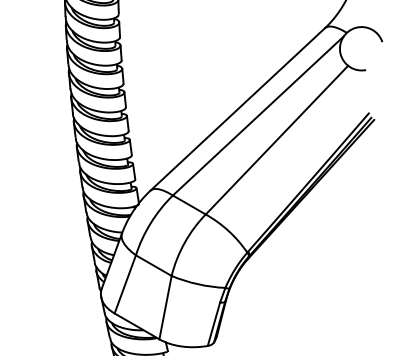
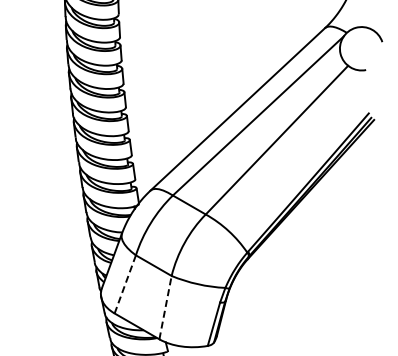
line at (125, 284): solid -> dashed
line at (165, 307): solid -> dashed
